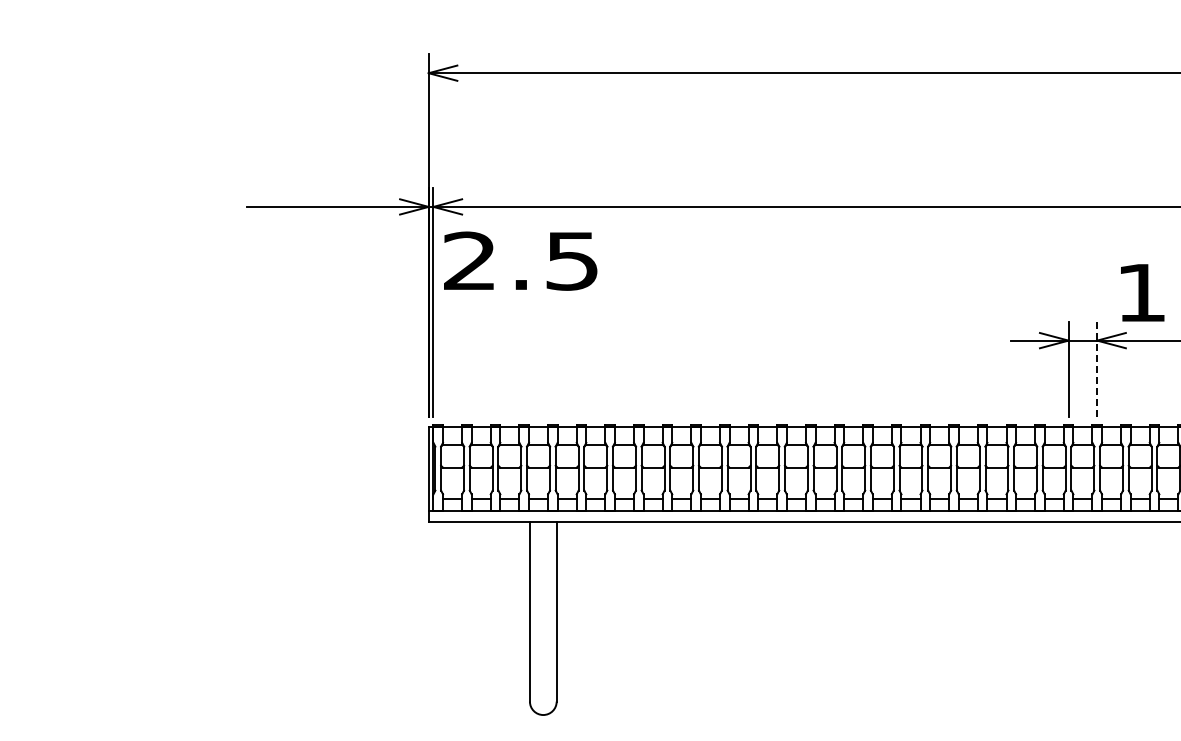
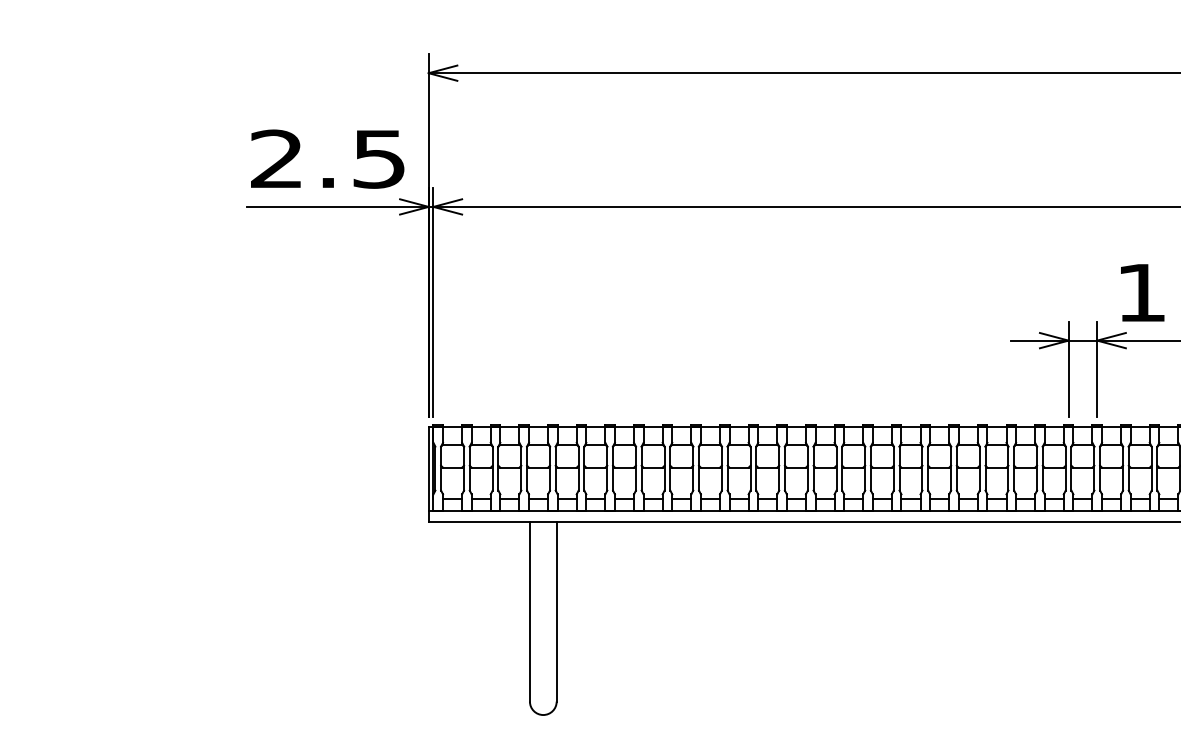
text at (520, 260) position: (520, 260) -> (327, 158)
line at (1097, 369): dashed -> solid
